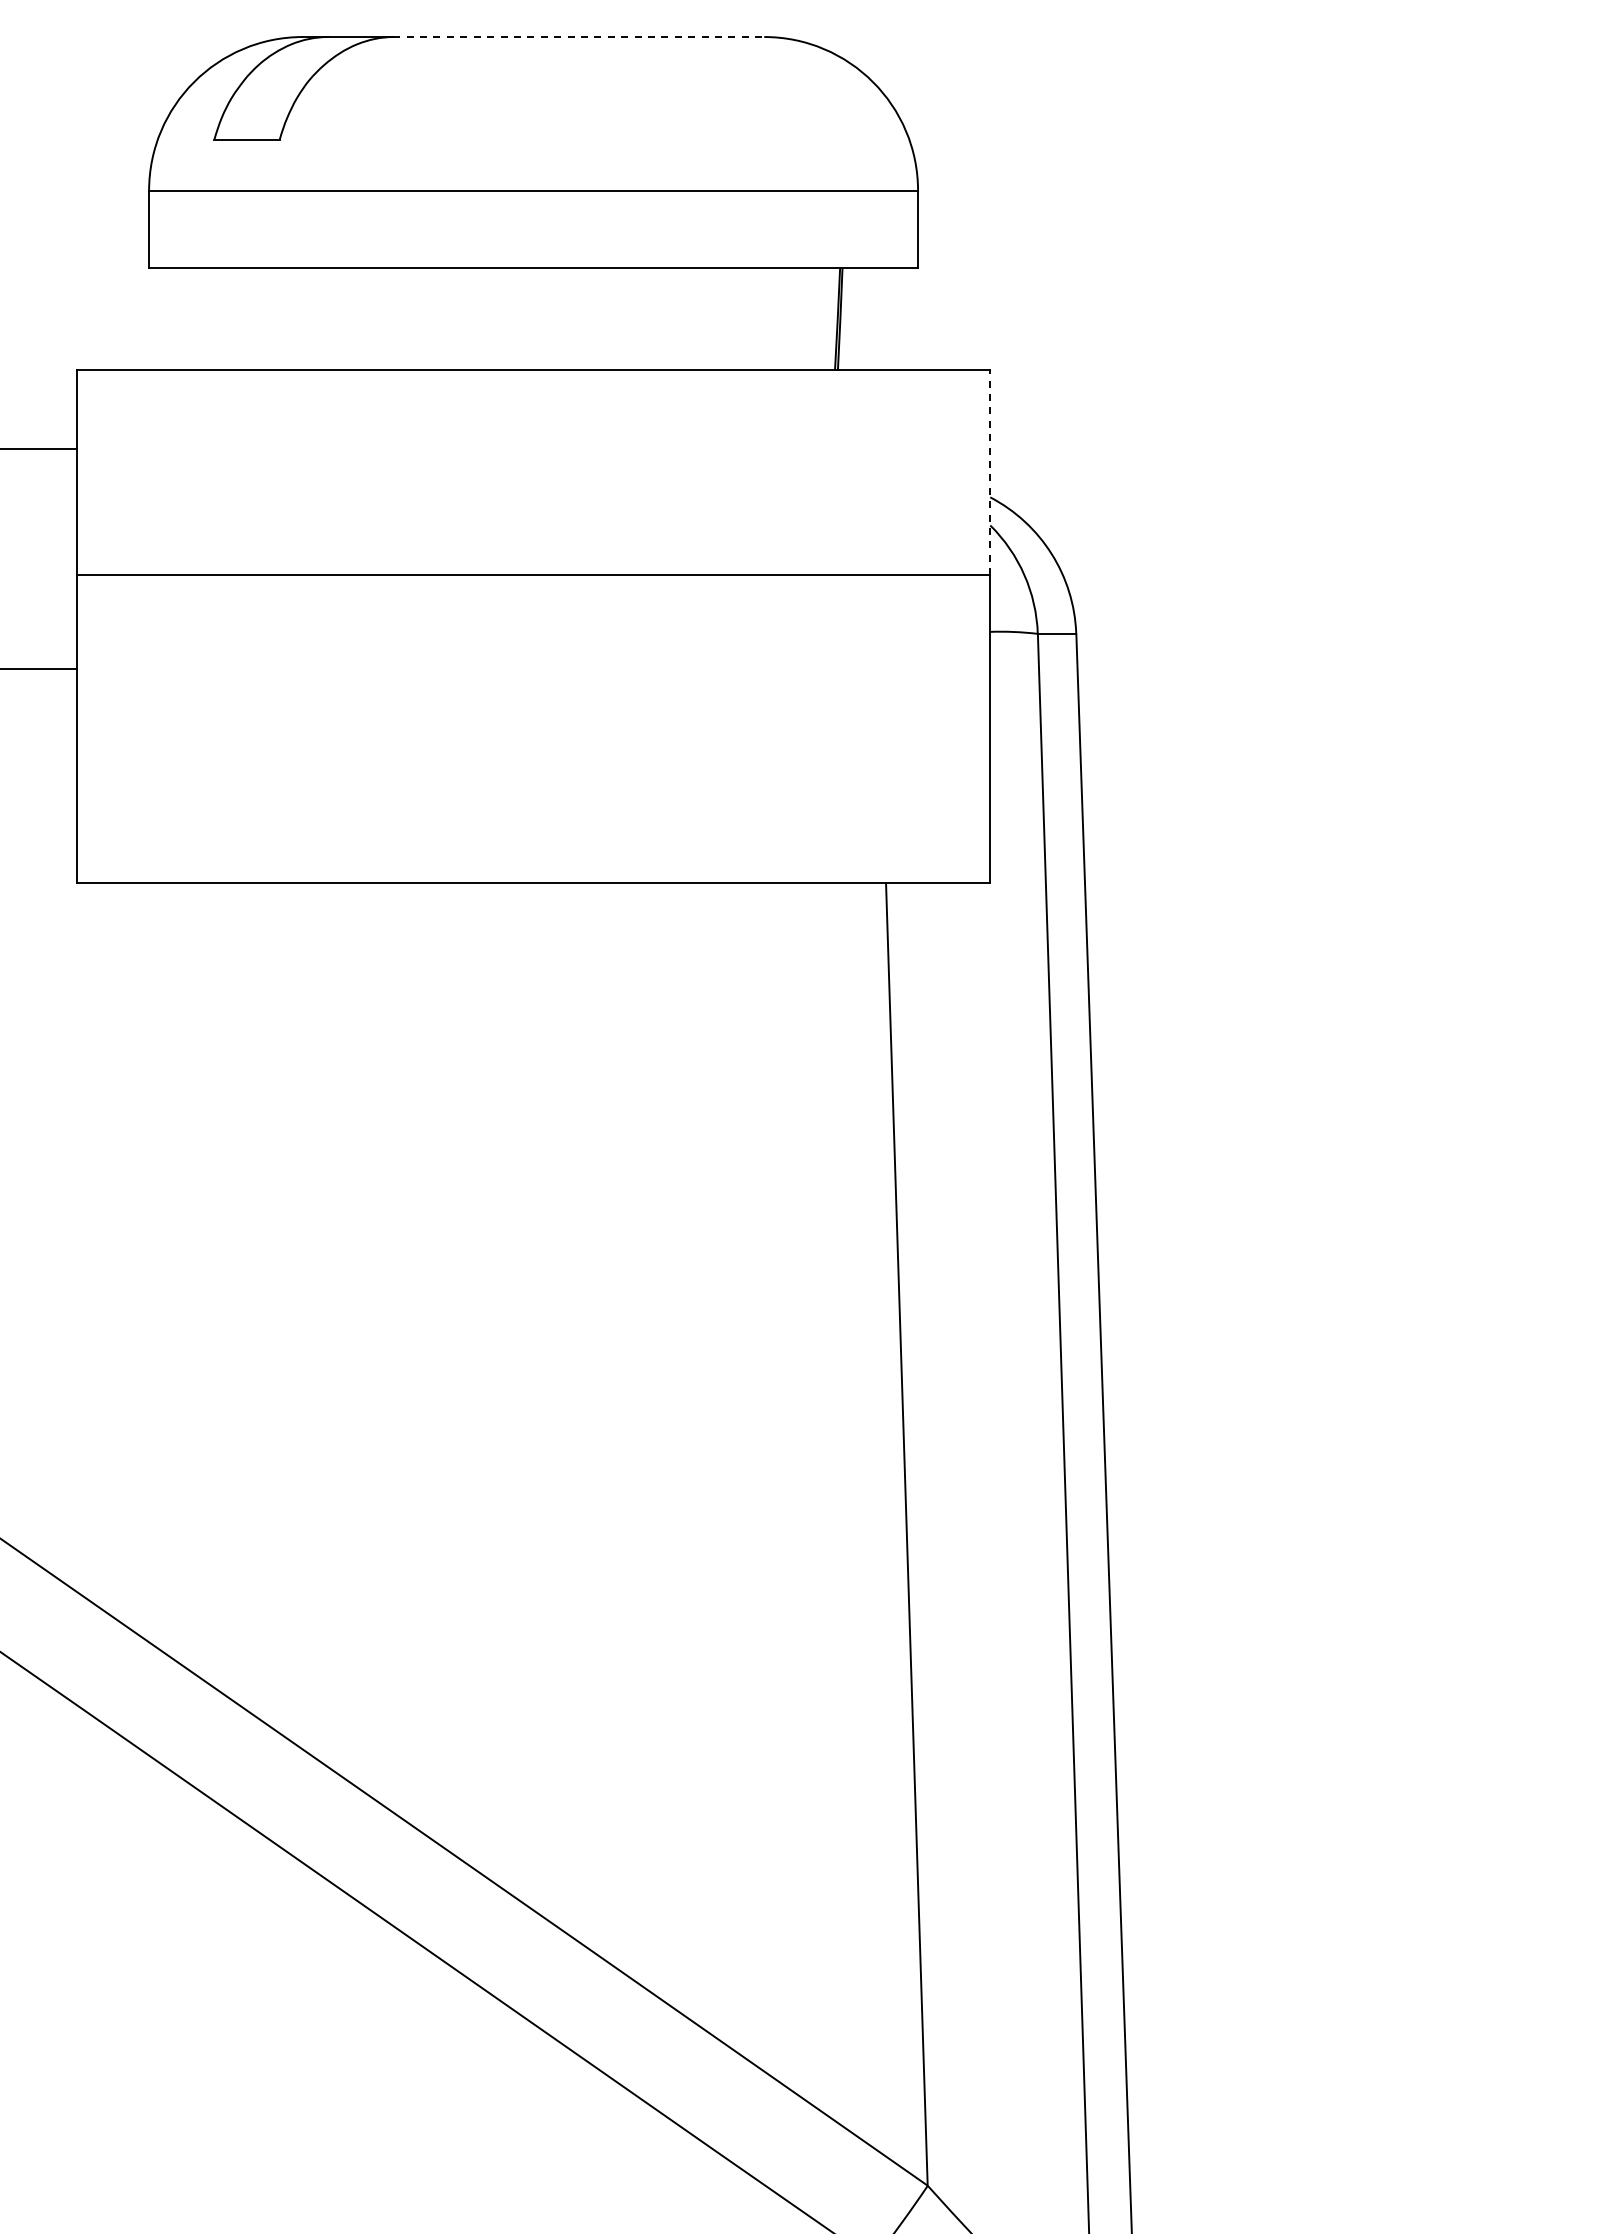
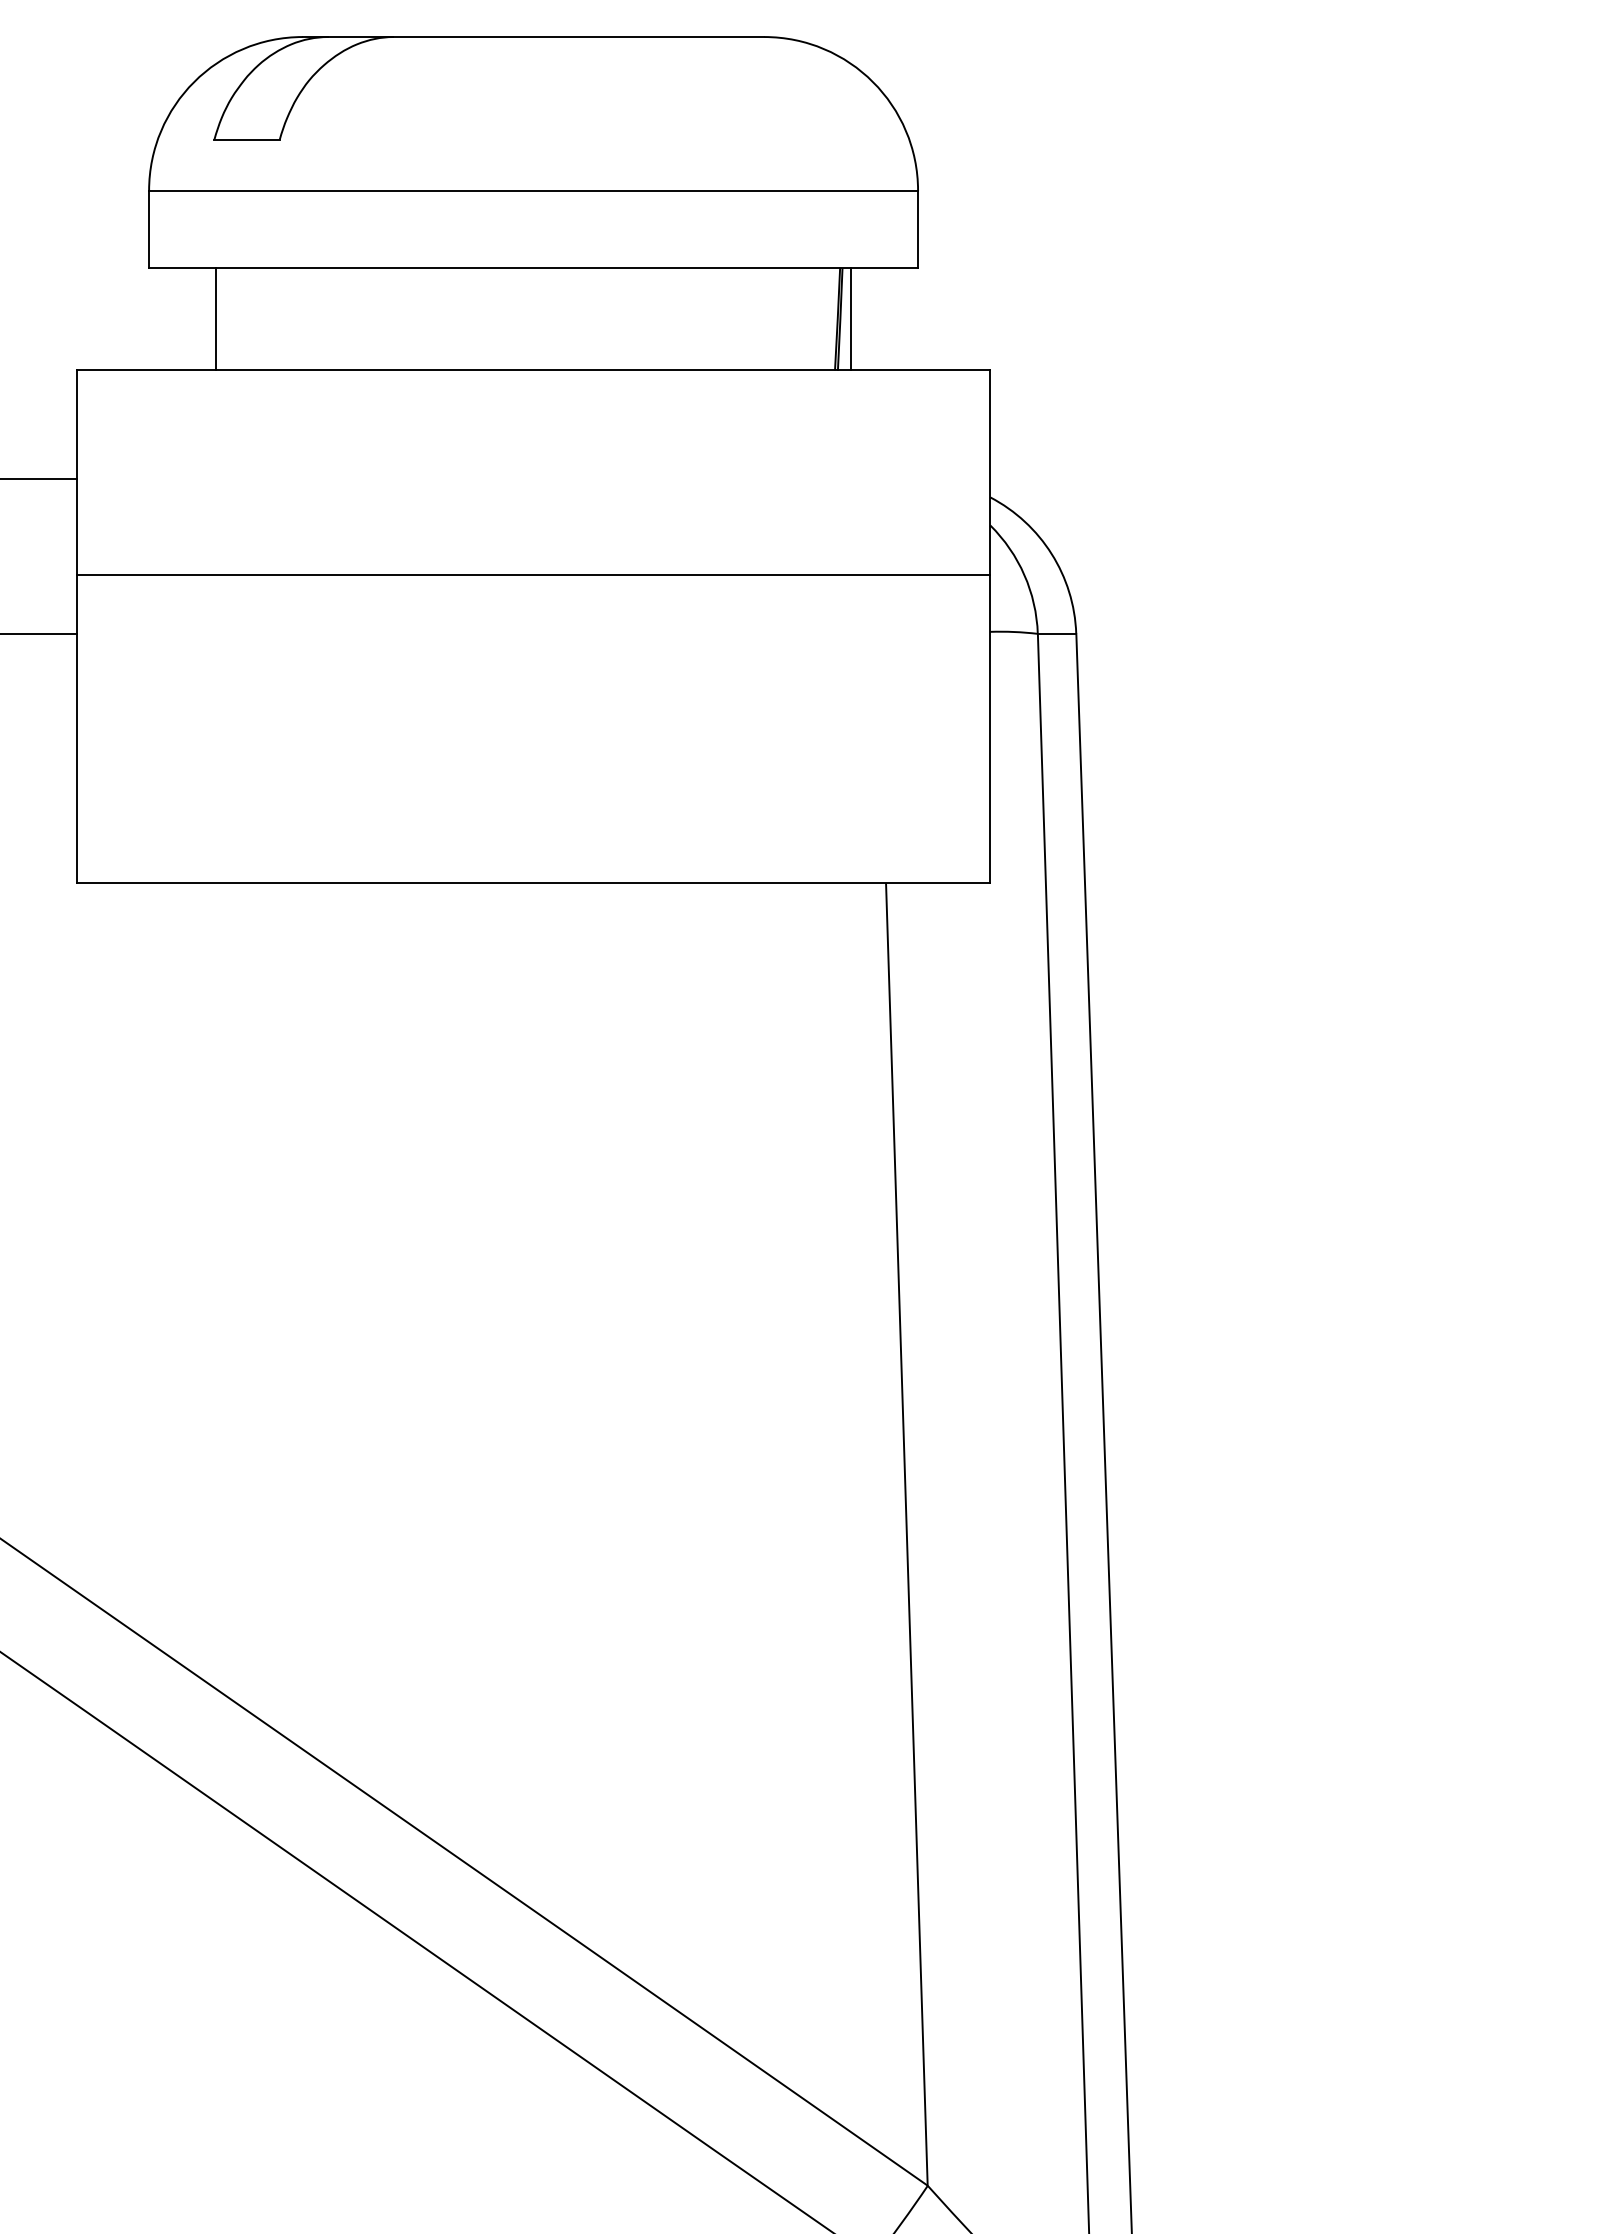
line at (578, 37): dashed -> solid
line at (216, 318): none -> present
line at (850, 318): none -> present
line at (39, 449) position: (39, 449) -> (39, 479)
line at (990, 472): dashed -> solid
line at (39, 669) position: (39, 669) -> (39, 634)
